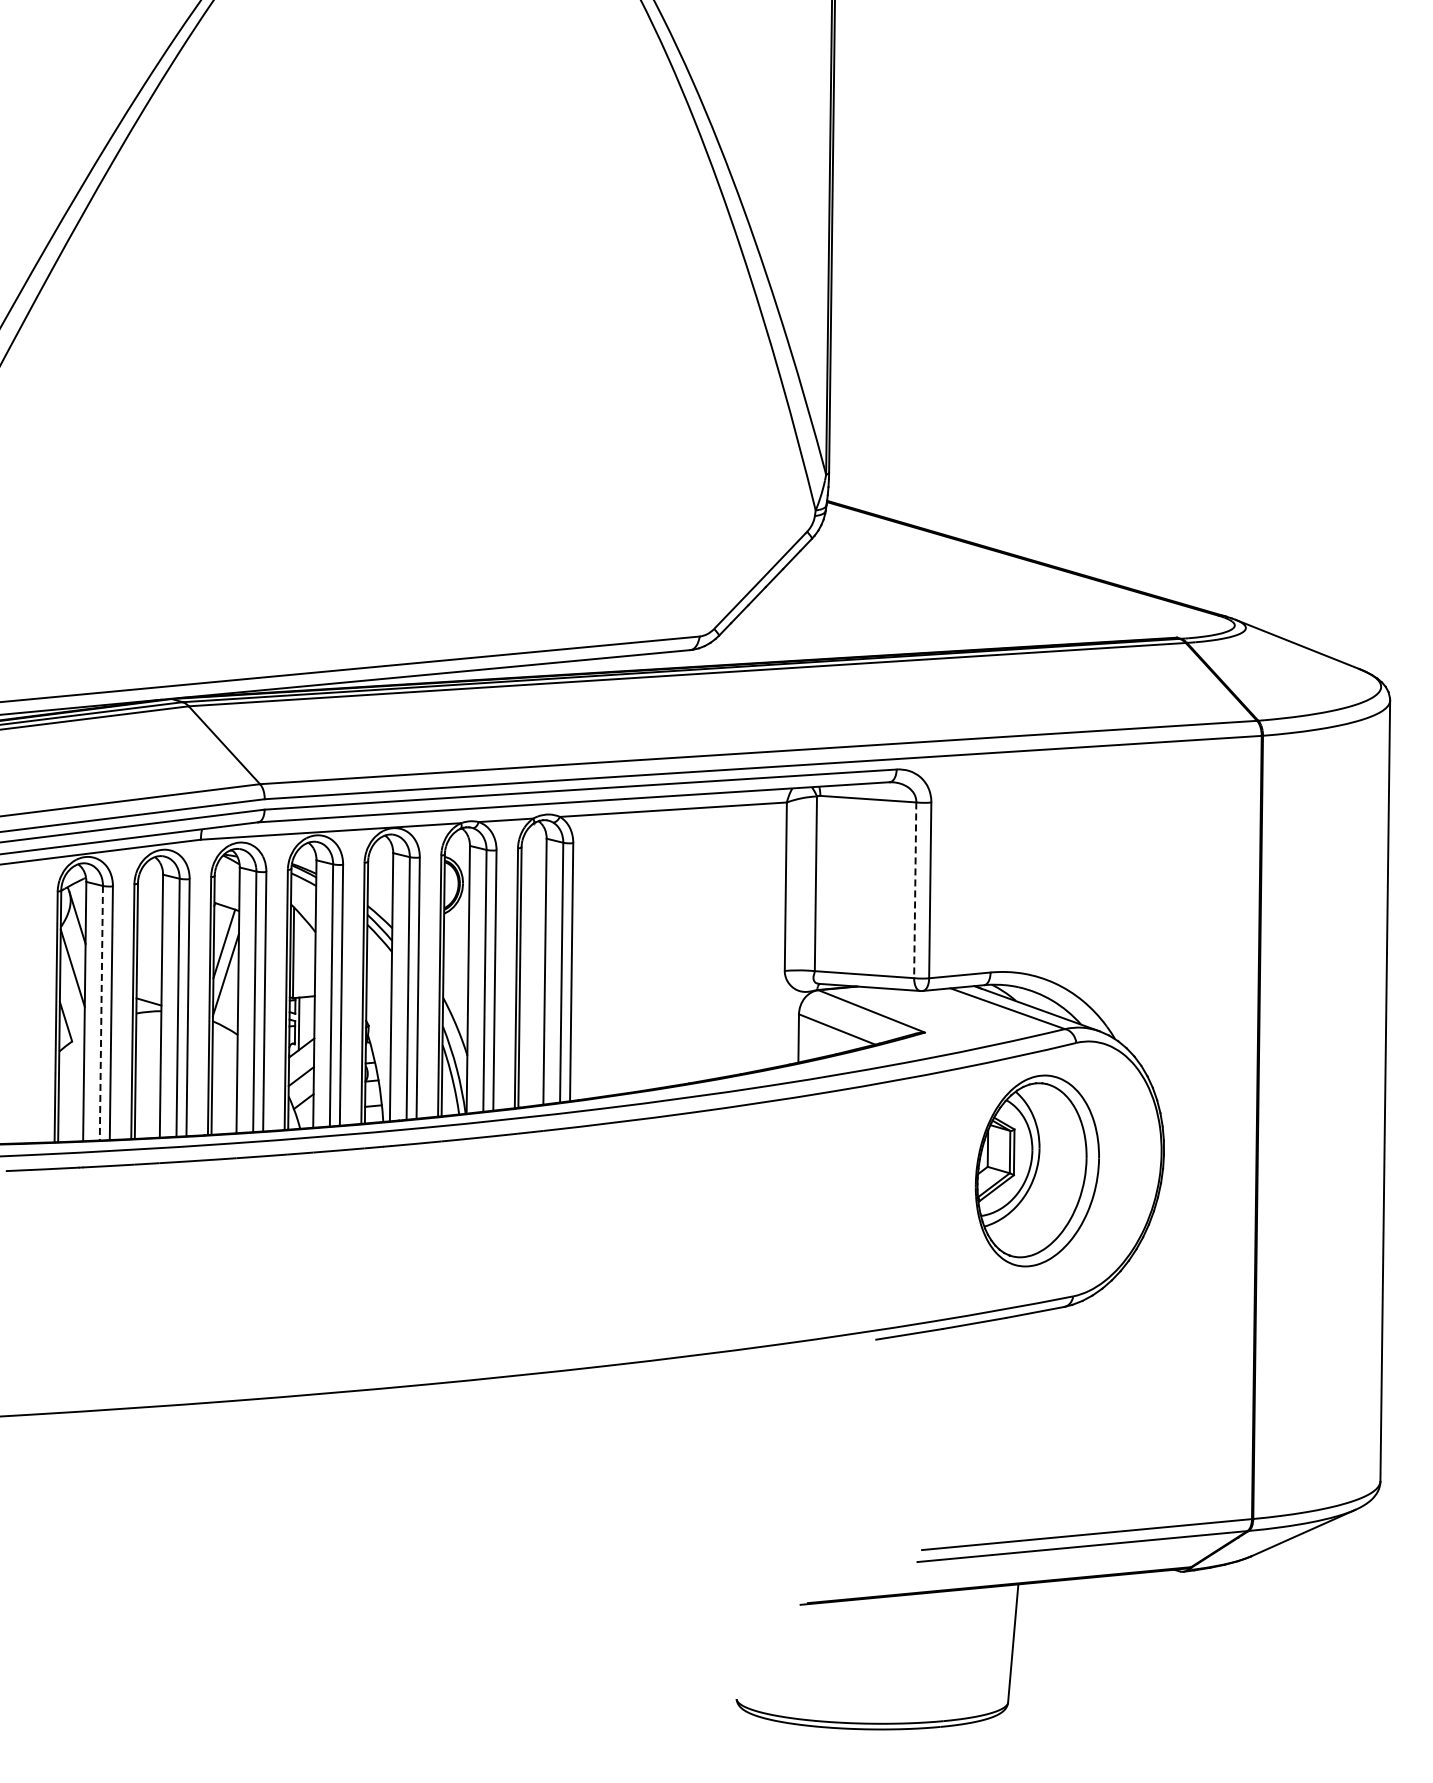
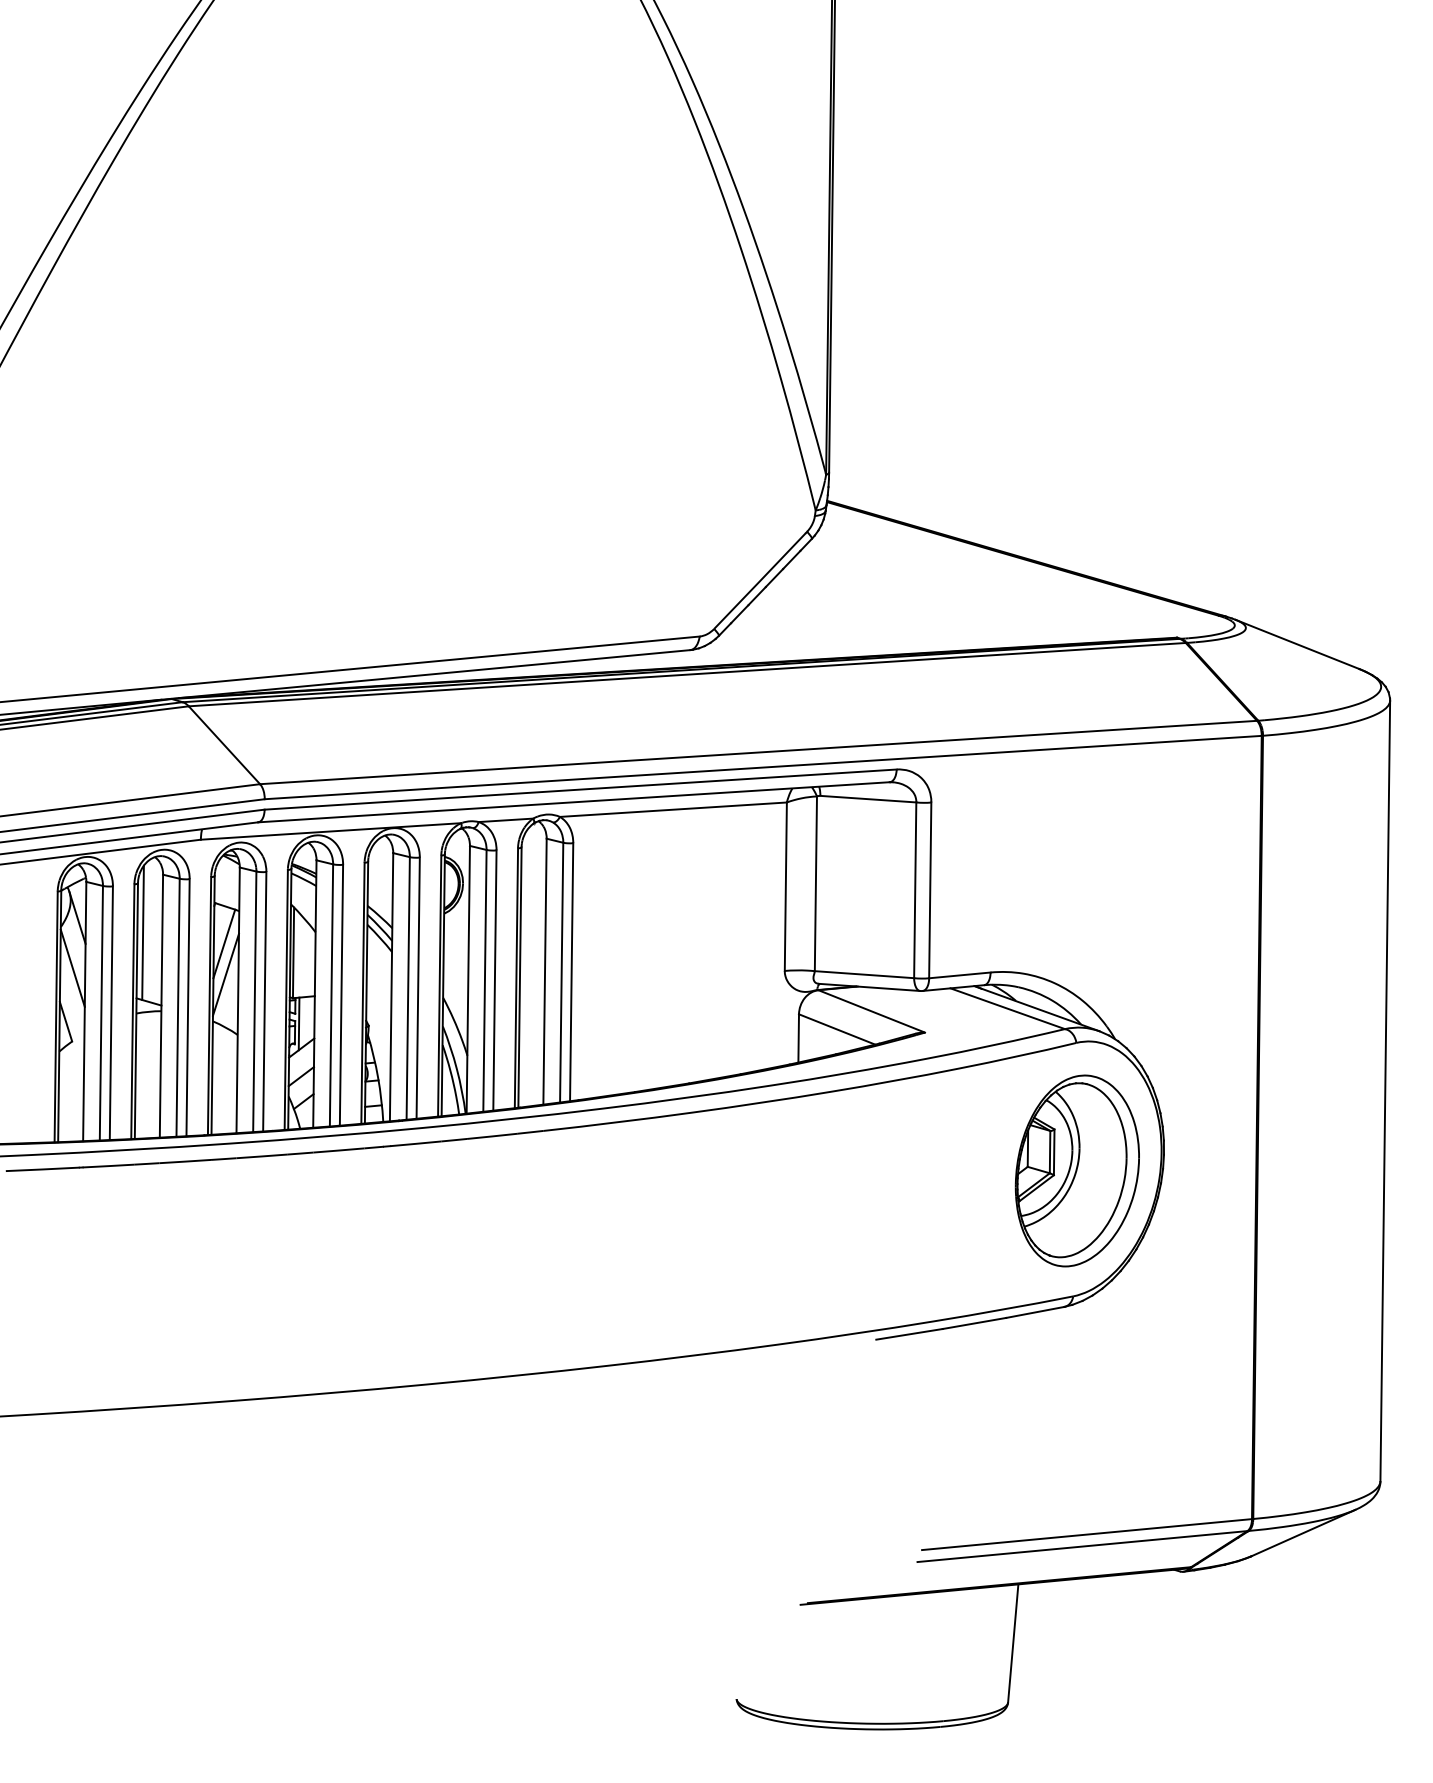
line at (915, 890): dashed -> solid
line at (142, 932): none -> present
line at (101, 1013): dashed -> solid
part at (1036, 1170) position: (1036, 1170) -> (1076, 1170)
